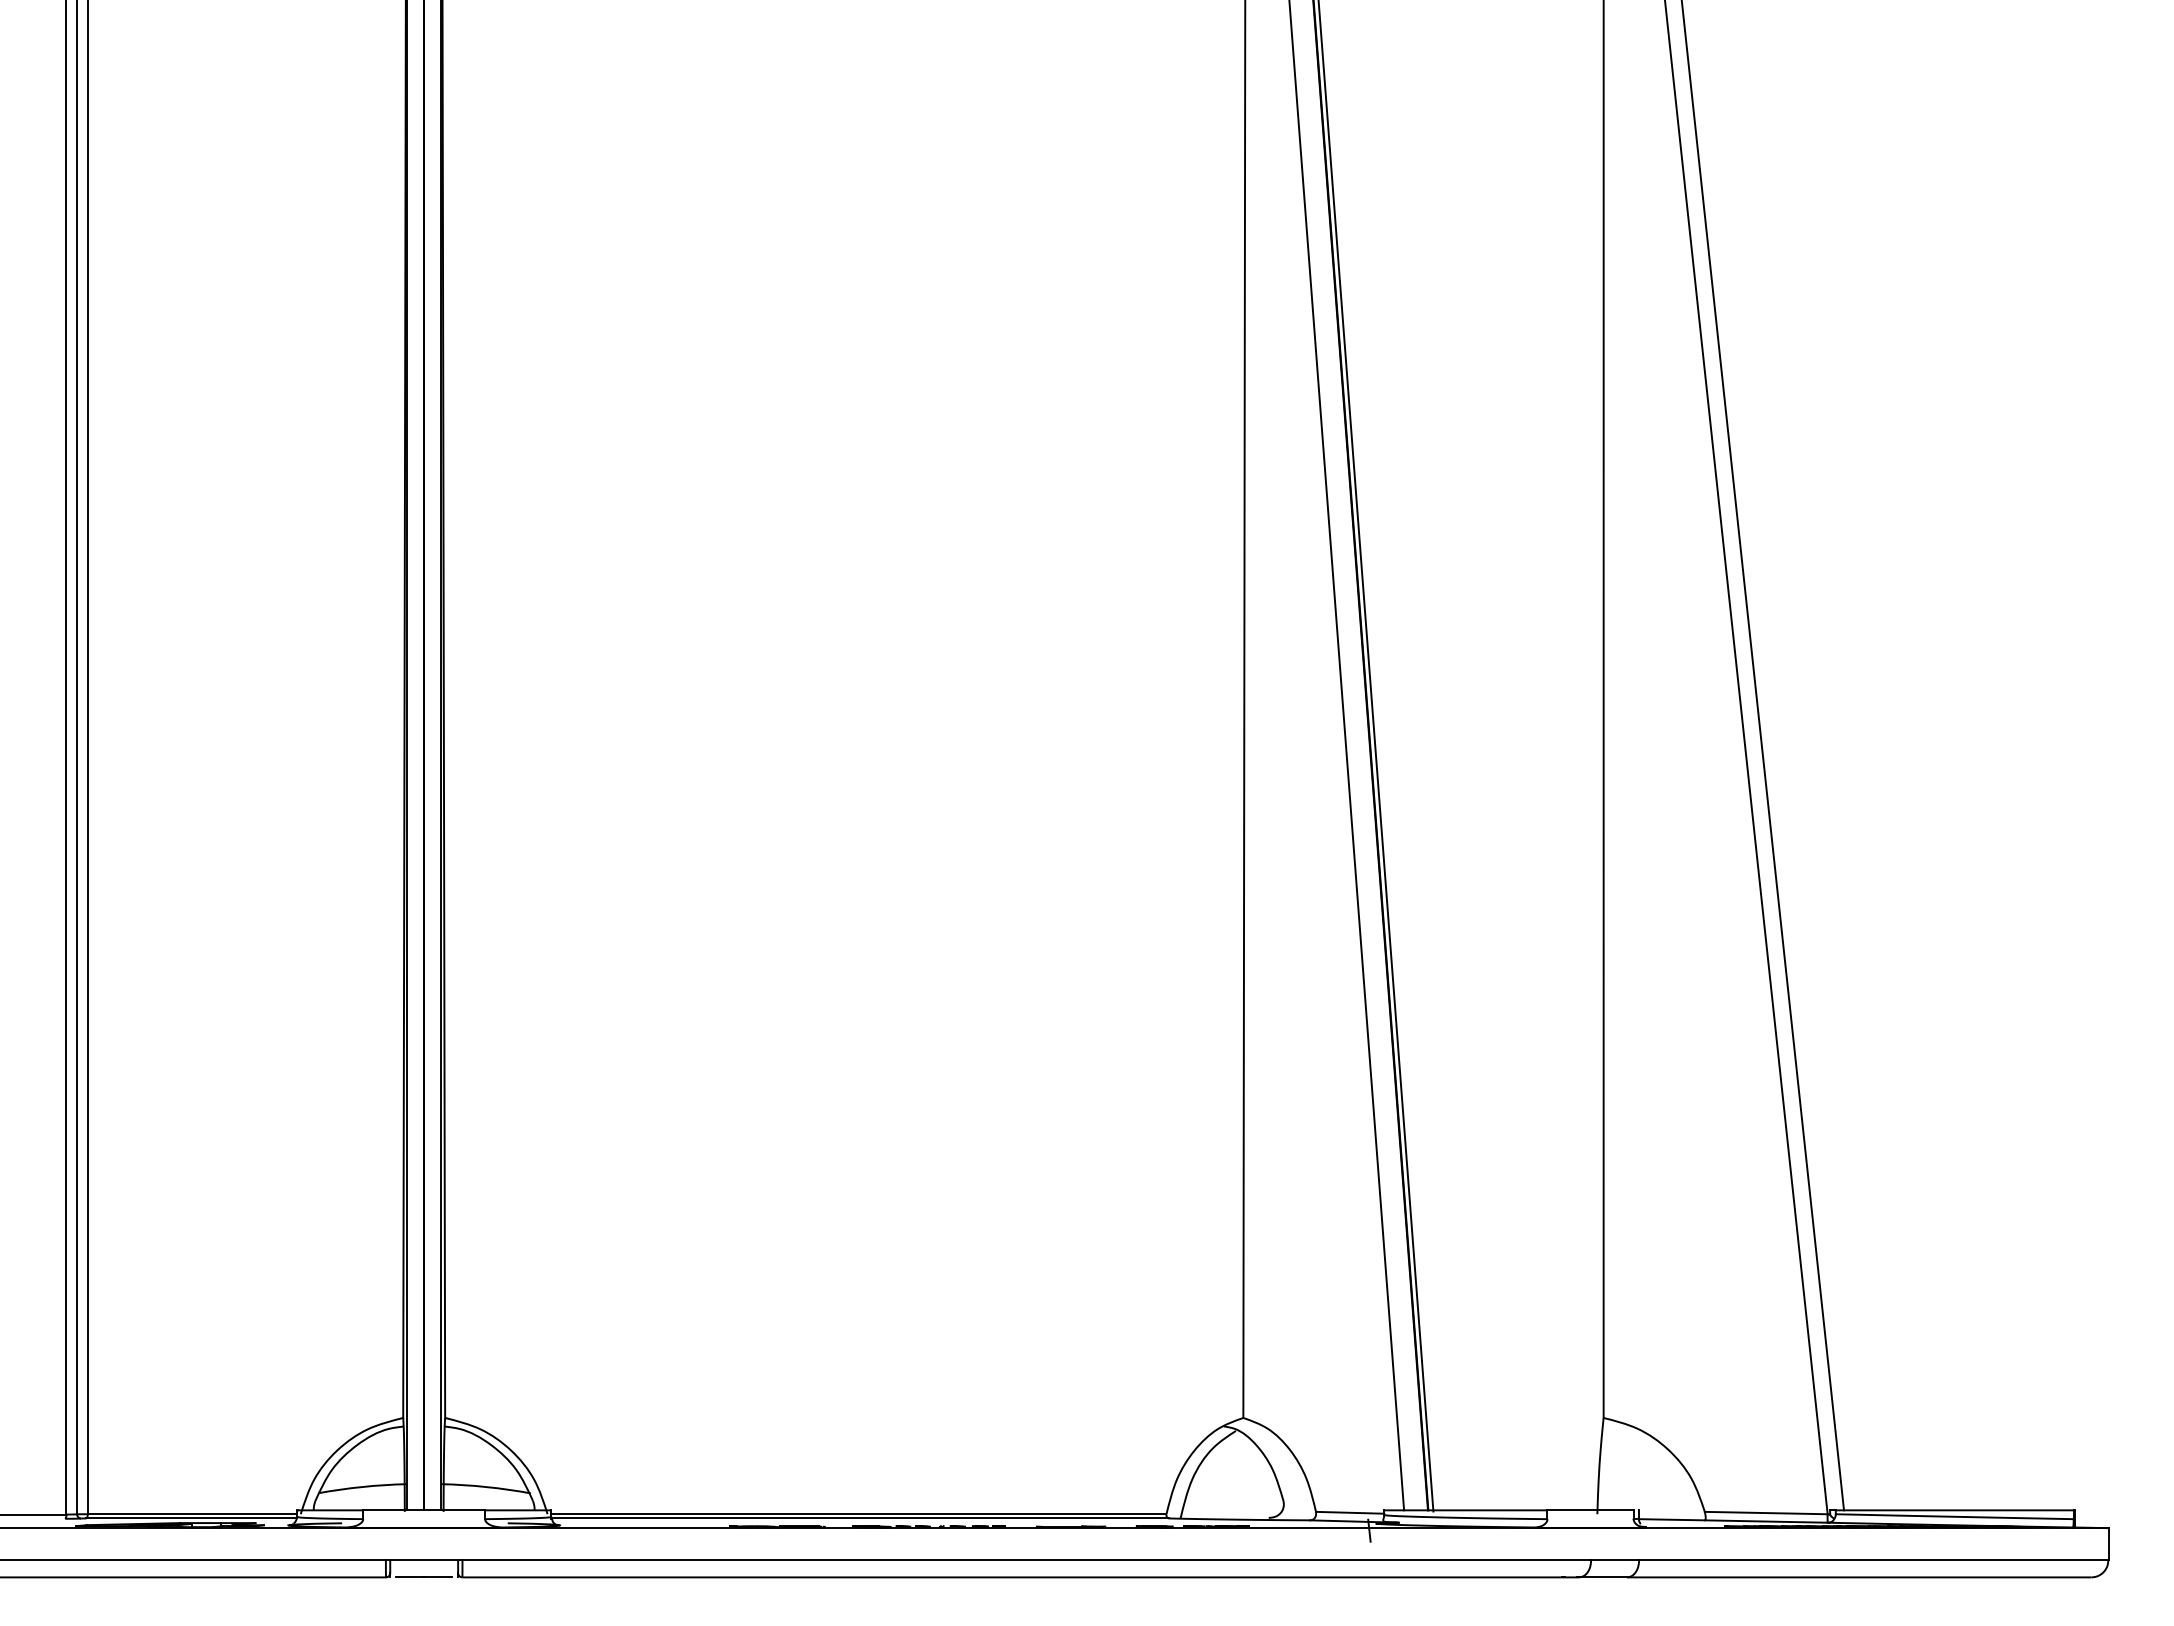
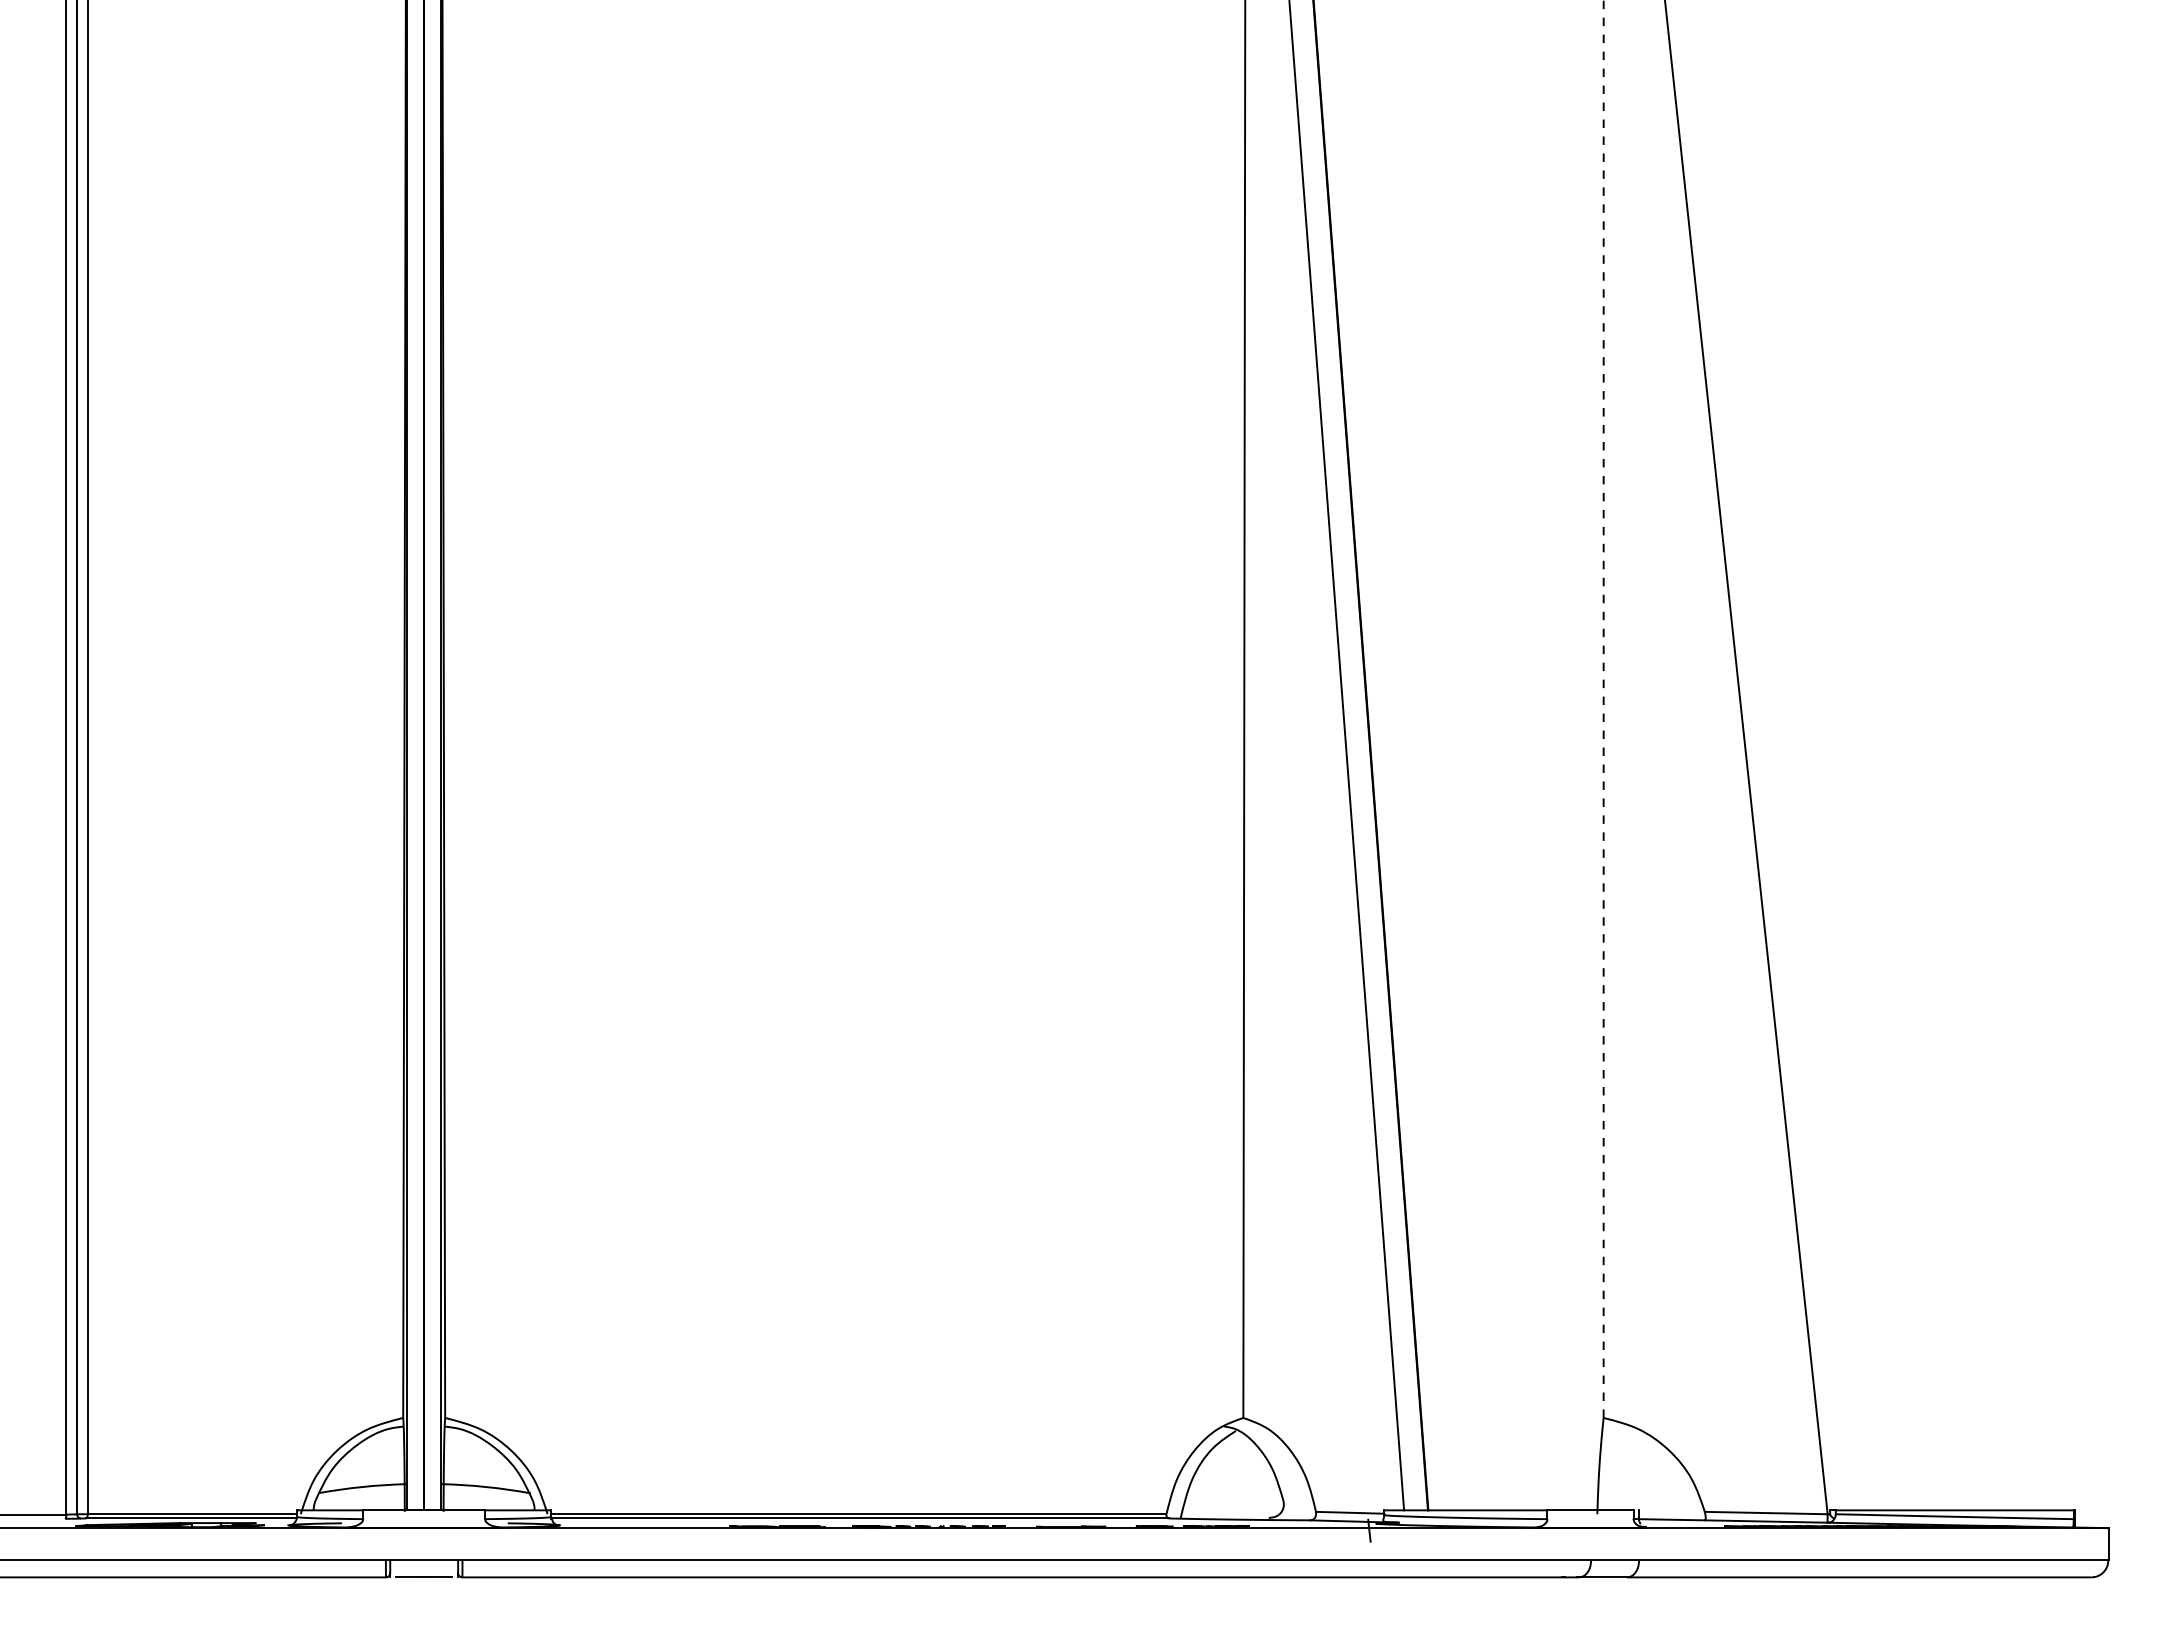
line at (1603, 708): solid -> dashed
line at (1375, 756): present -> none
line at (1763, 756): present -> none
